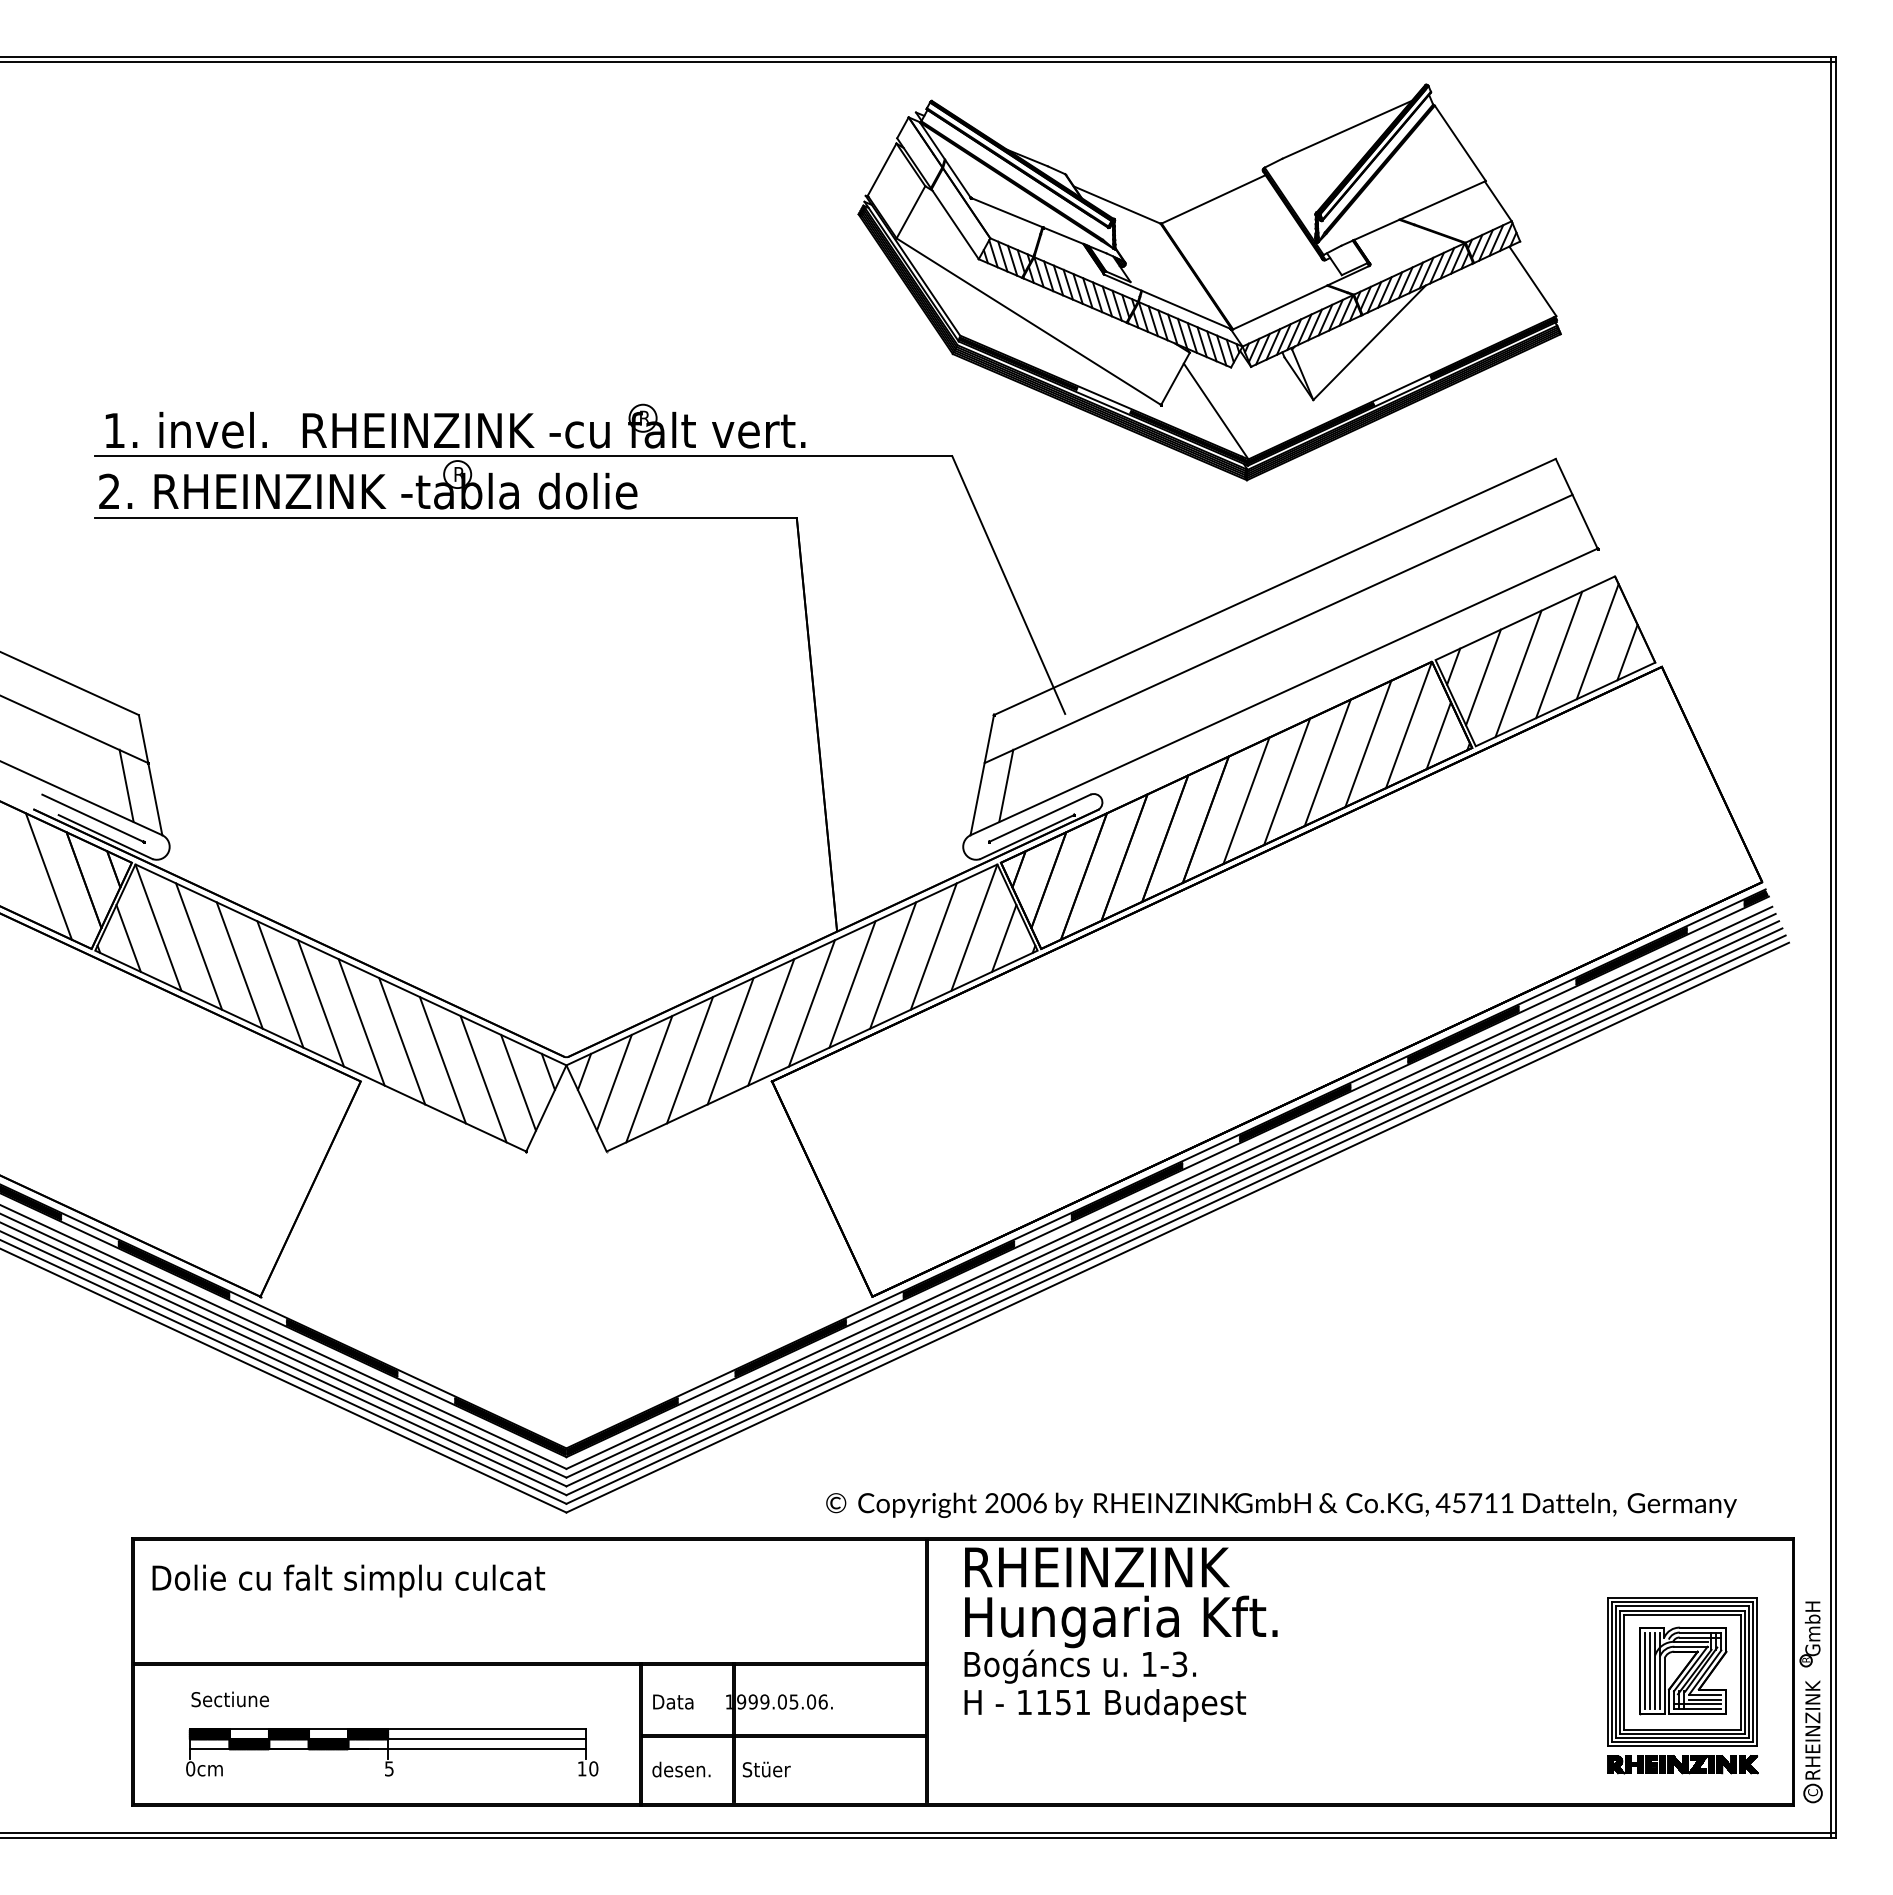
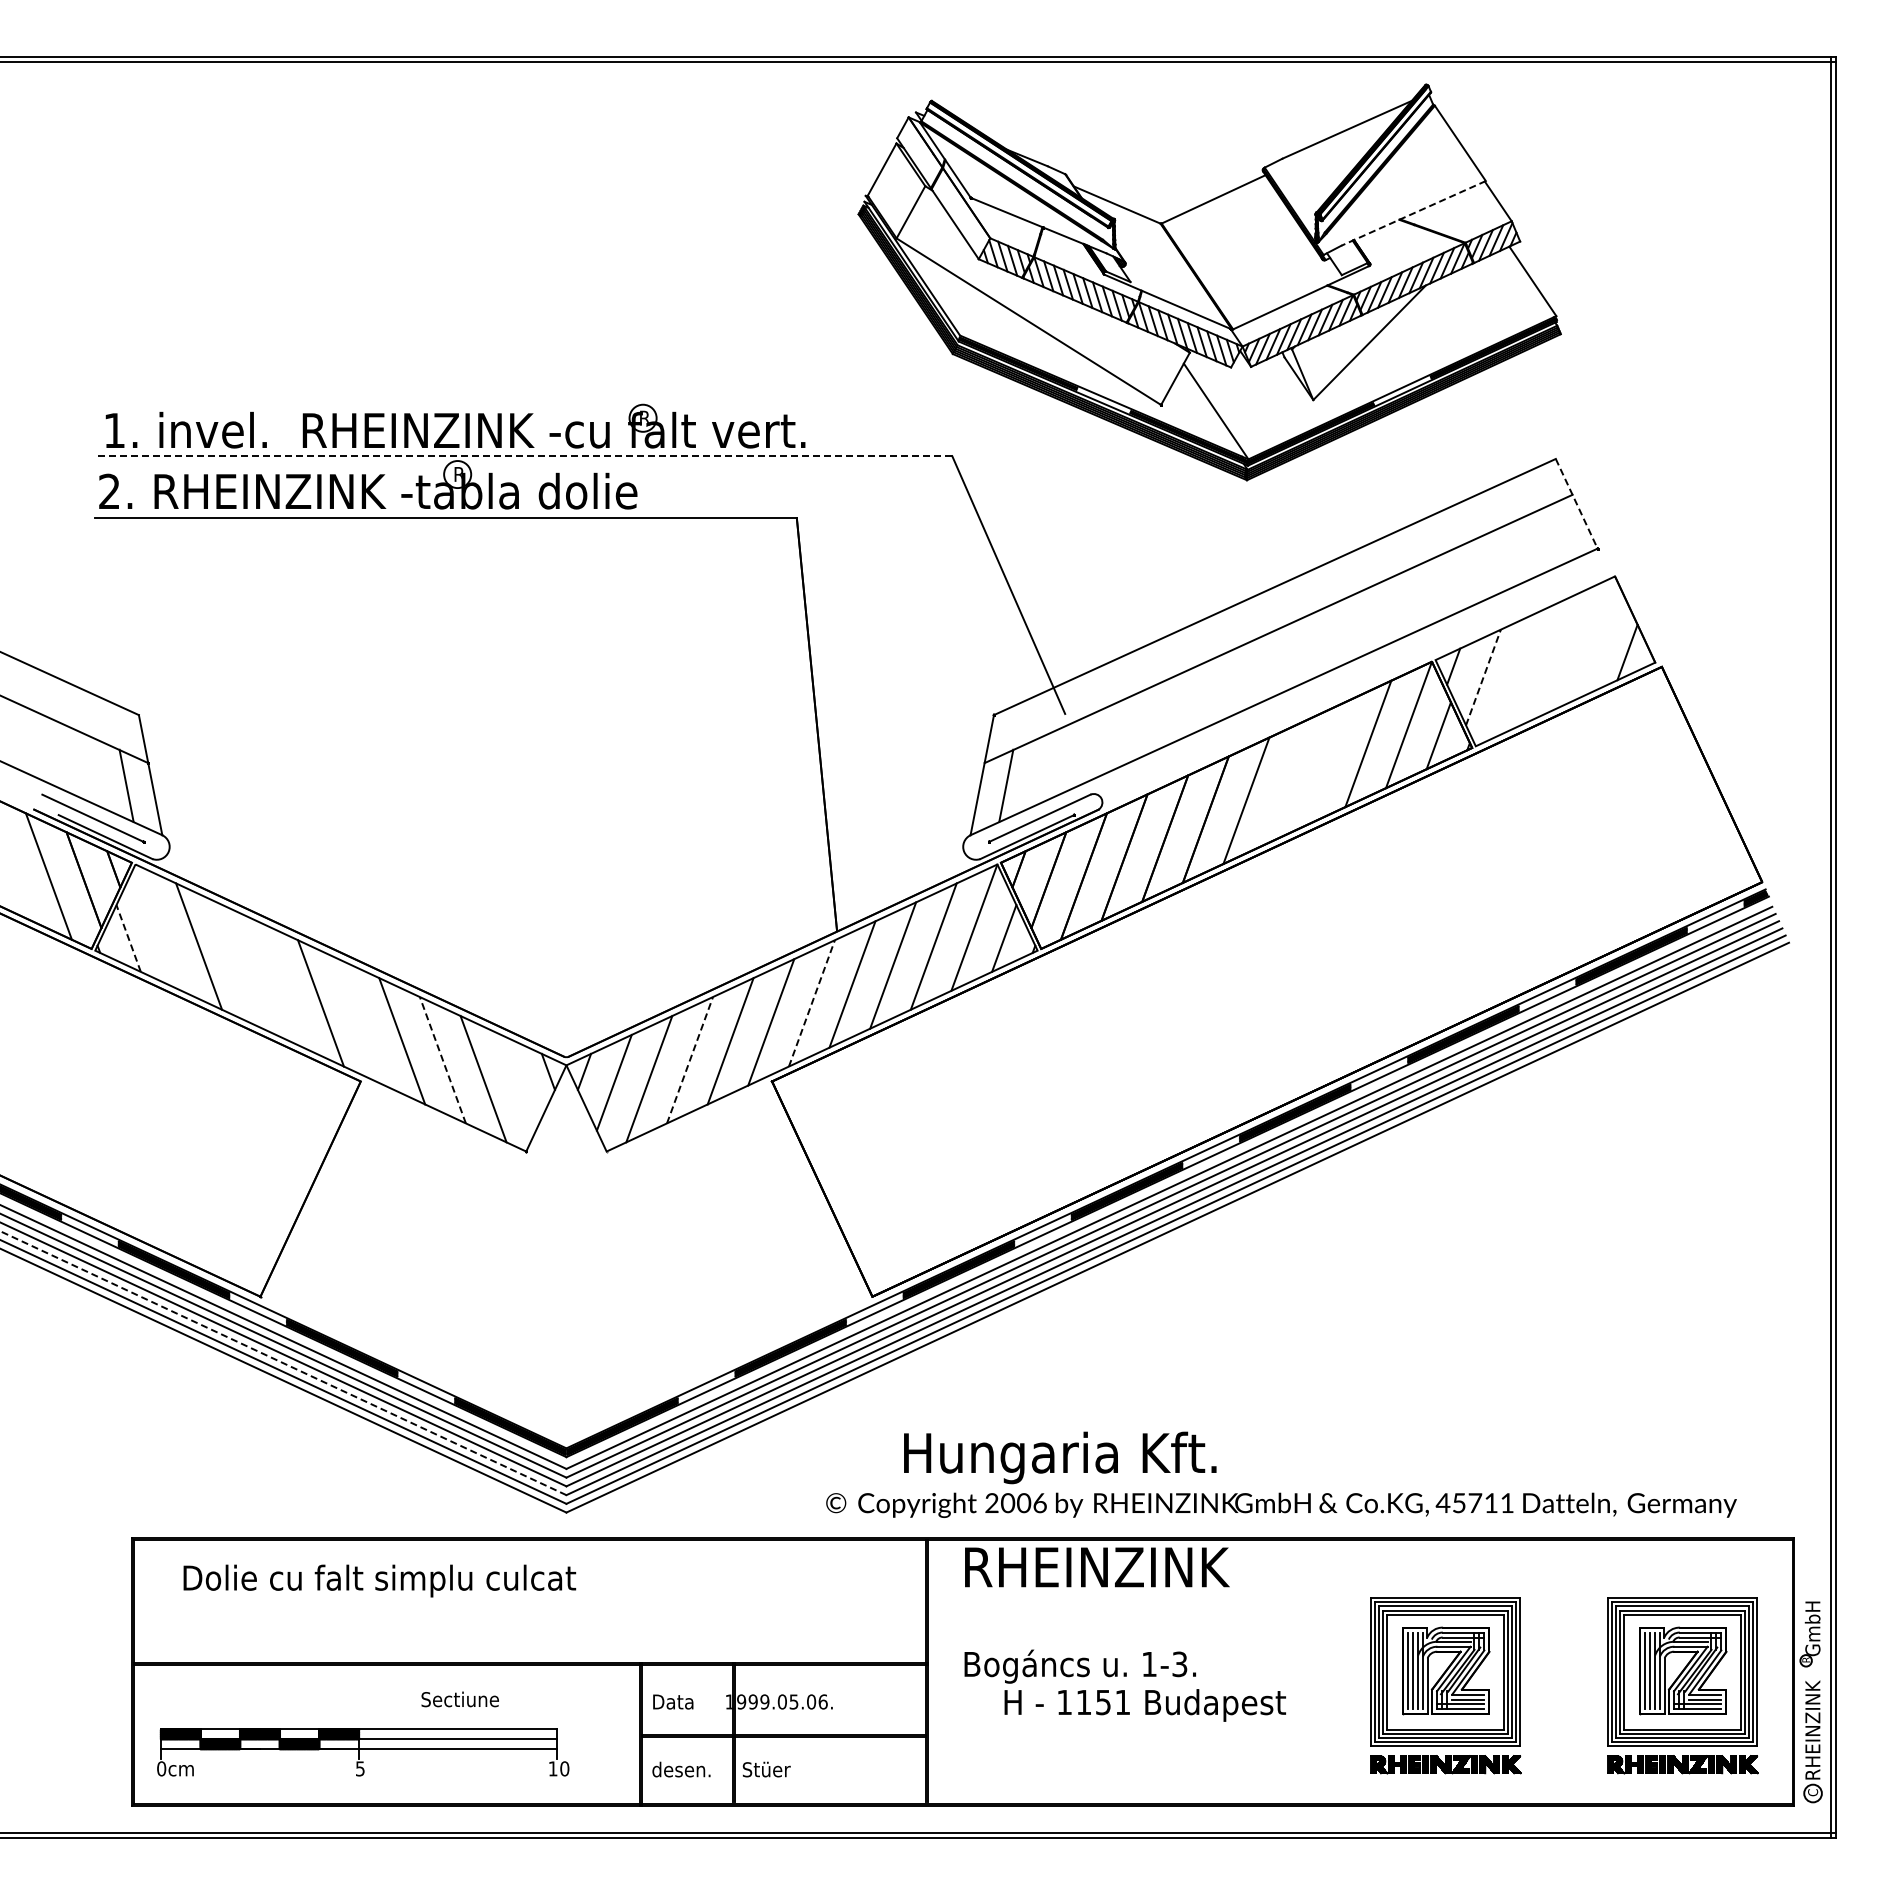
line at (1413, 213): solid -> dashed
line at (523, 456): solid -> dashed
line at (1576, 504): solid -> dashed
line at (1597, 641): present -> none
line at (1559, 654): present -> none
line at (1518, 673): present -> none
line at (1483, 677): solid -> dashed
line at (1327, 762): present -> none
line at (1287, 781): present -> none
line at (158, 927): present -> none
line at (128, 938): solid -> dashed
line at (239, 965): present -> none
line at (280, 984): present -> none
line at (812, 1002): solid -> dashed
line at (361, 1022): present -> none
line at (442, 1059): solid -> dashed
line at (690, 1059): solid -> dashed
line at (518, 1082): present -> none
line at (282, 1362): solid -> dashed
text at (348, 1580) position: (348, 1580) -> (379, 1580)
text at (1121, 1621) position: (1121, 1621) -> (1060, 1457)
part at (1445, 1685): none -> present
text at (229, 1699) position: (229, 1699) -> (459, 1699)
text at (1104, 1705) position: (1104, 1705) -> (1144, 1705)
part at (392, 1752) position: (392, 1752) -> (363, 1752)
